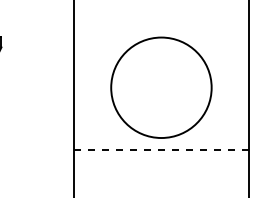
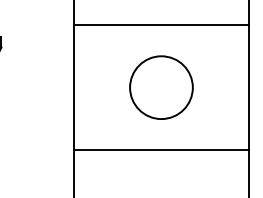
line at (161, 24): none -> present
circle at (161, 87) size: 103x103 px -> 65x65 px
line at (161, 150): dashed -> solid
